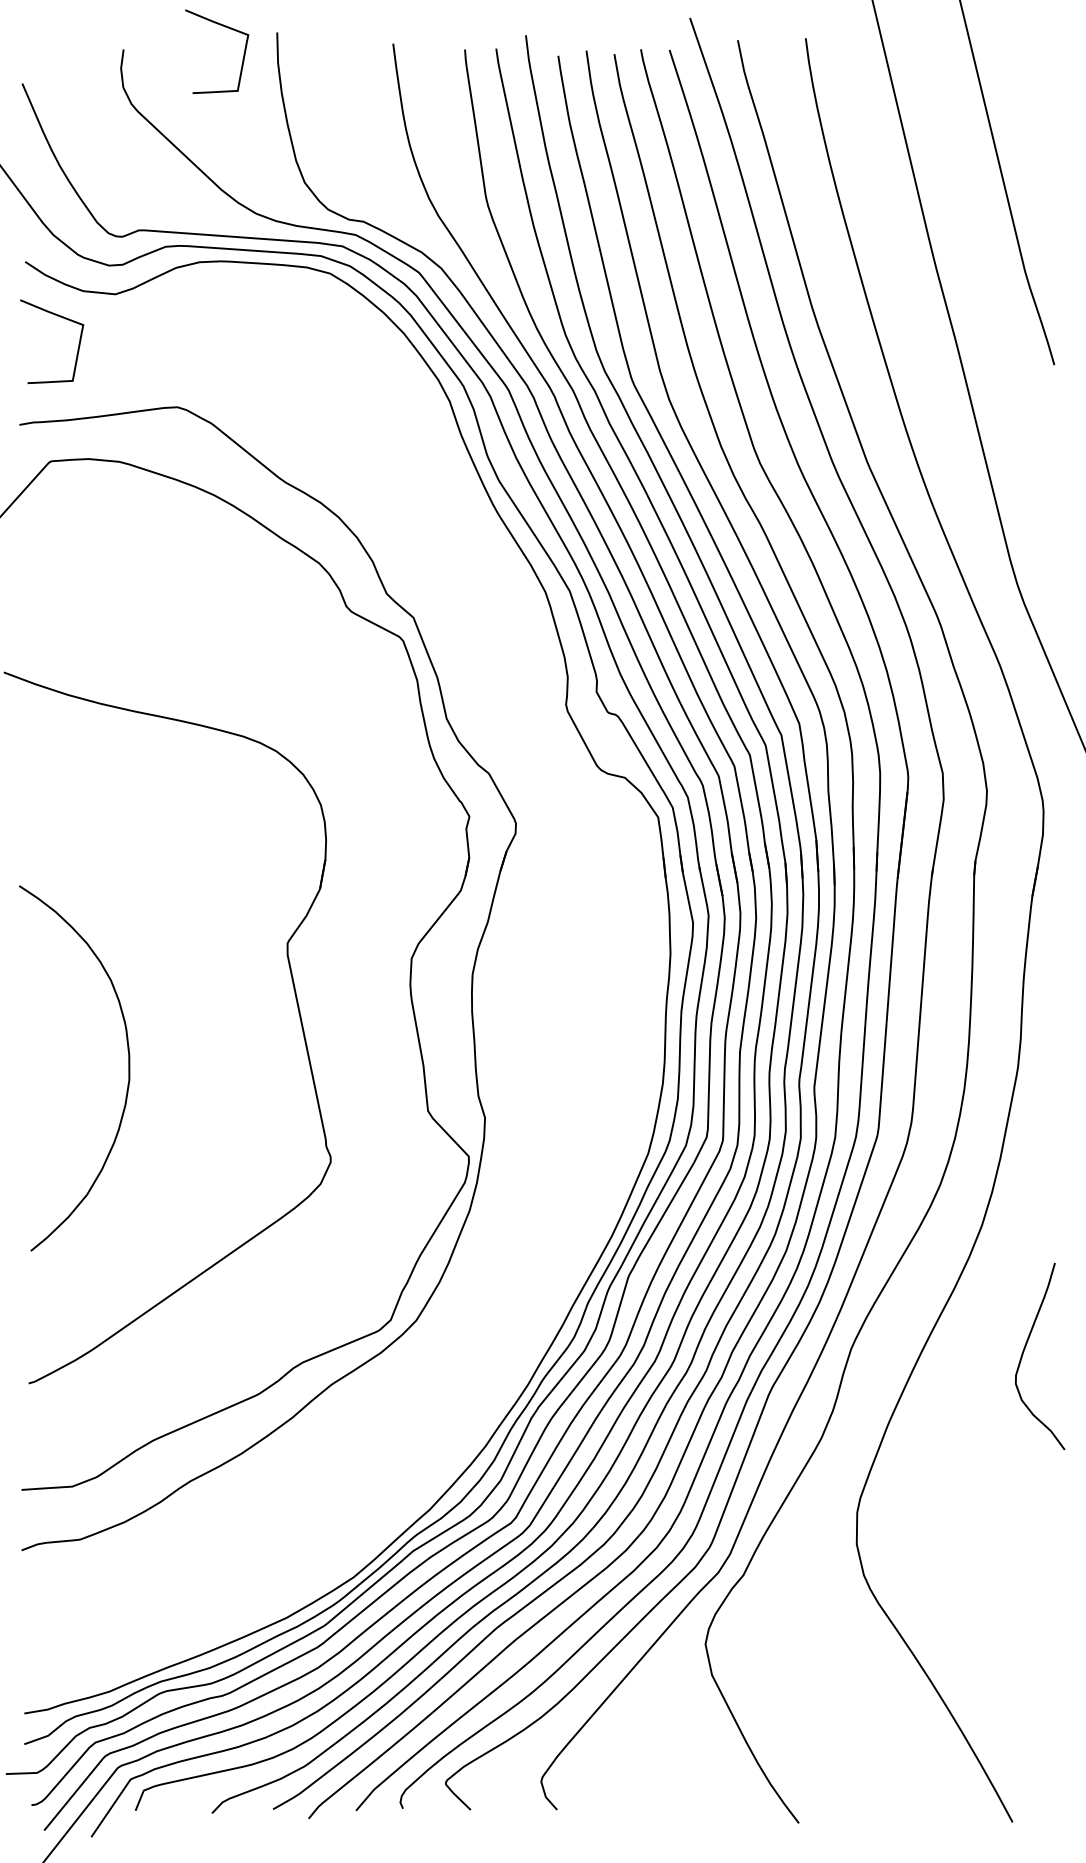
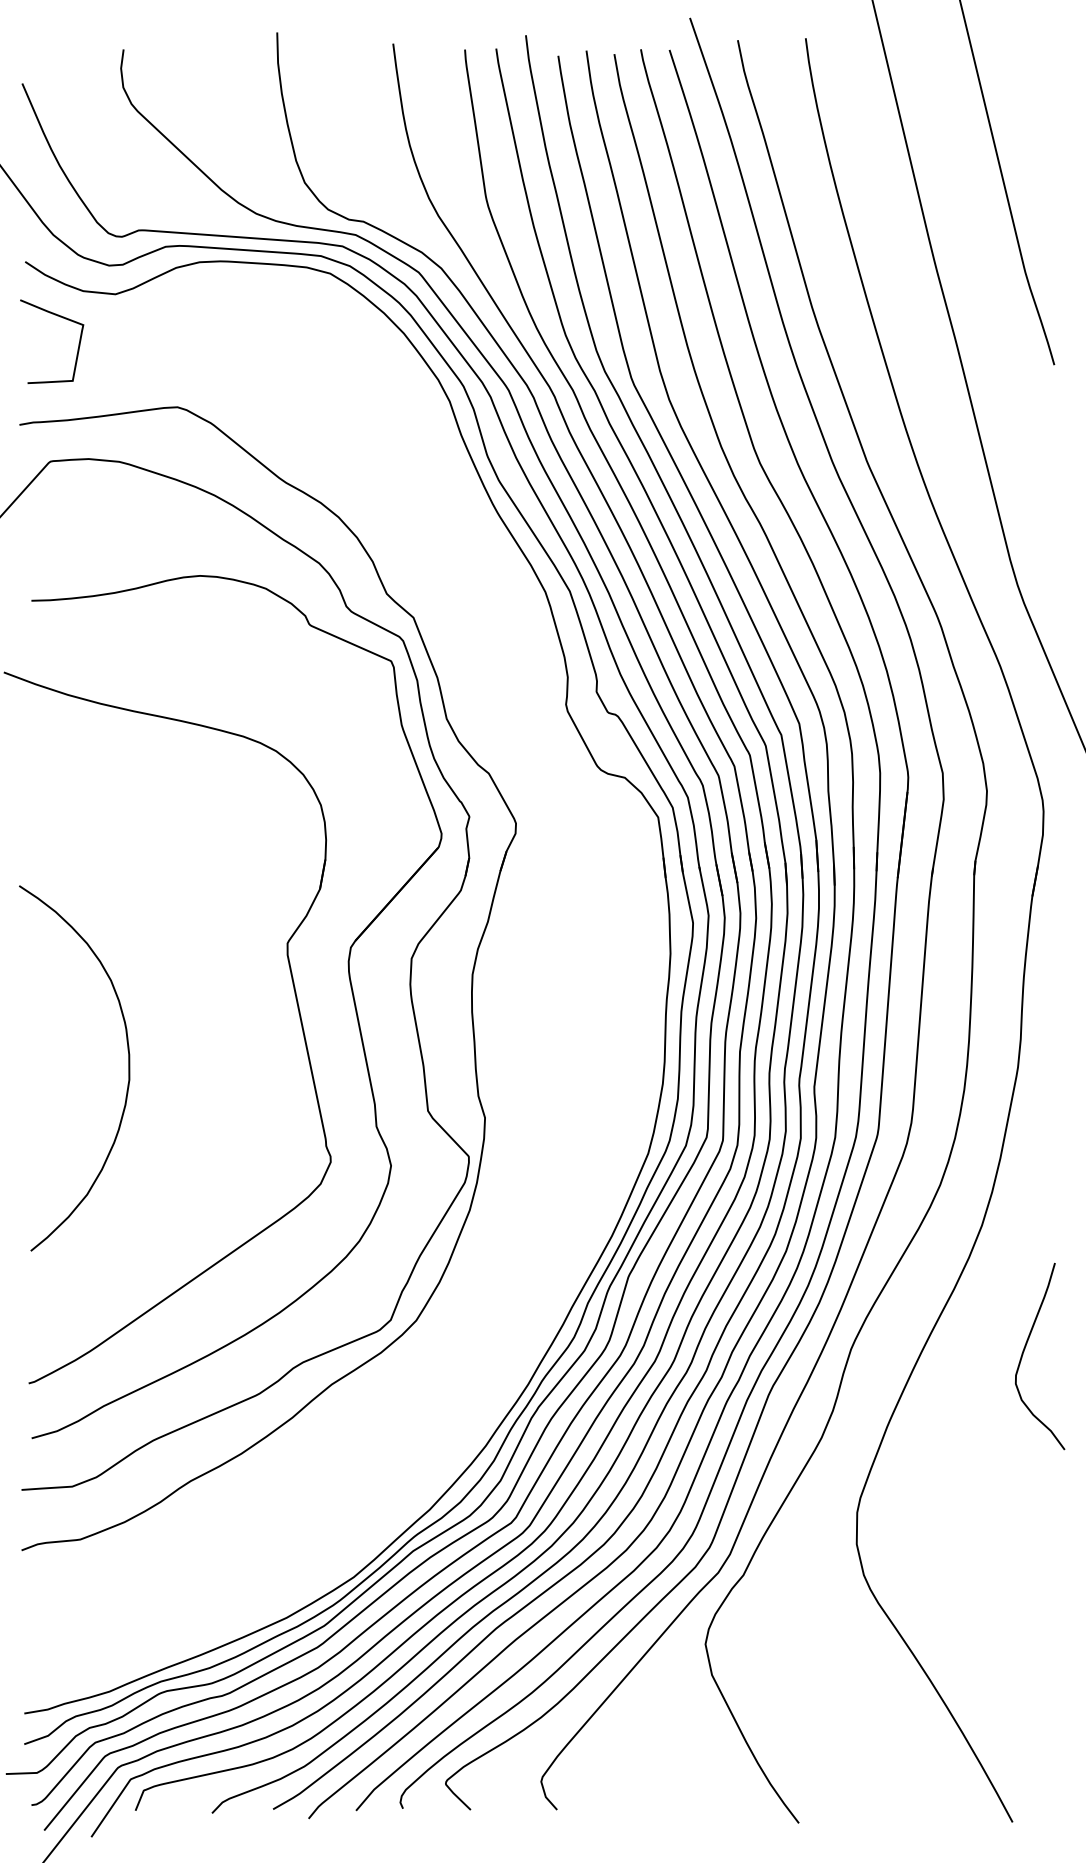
curve at (227, 28): present -> none
part at (349, 982): none -> present
